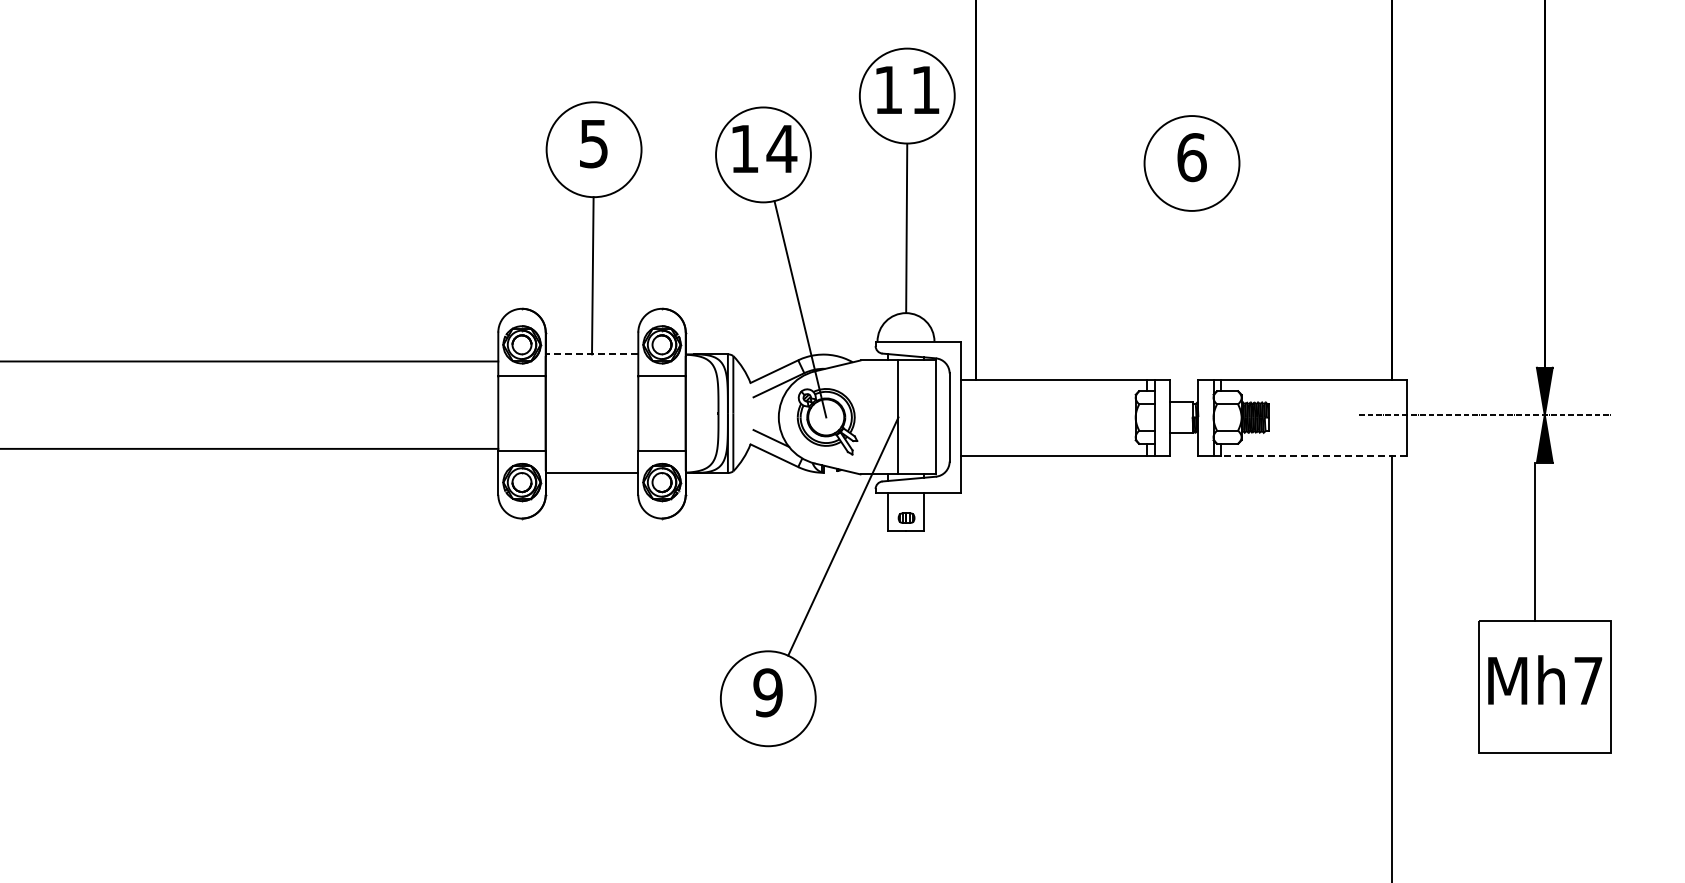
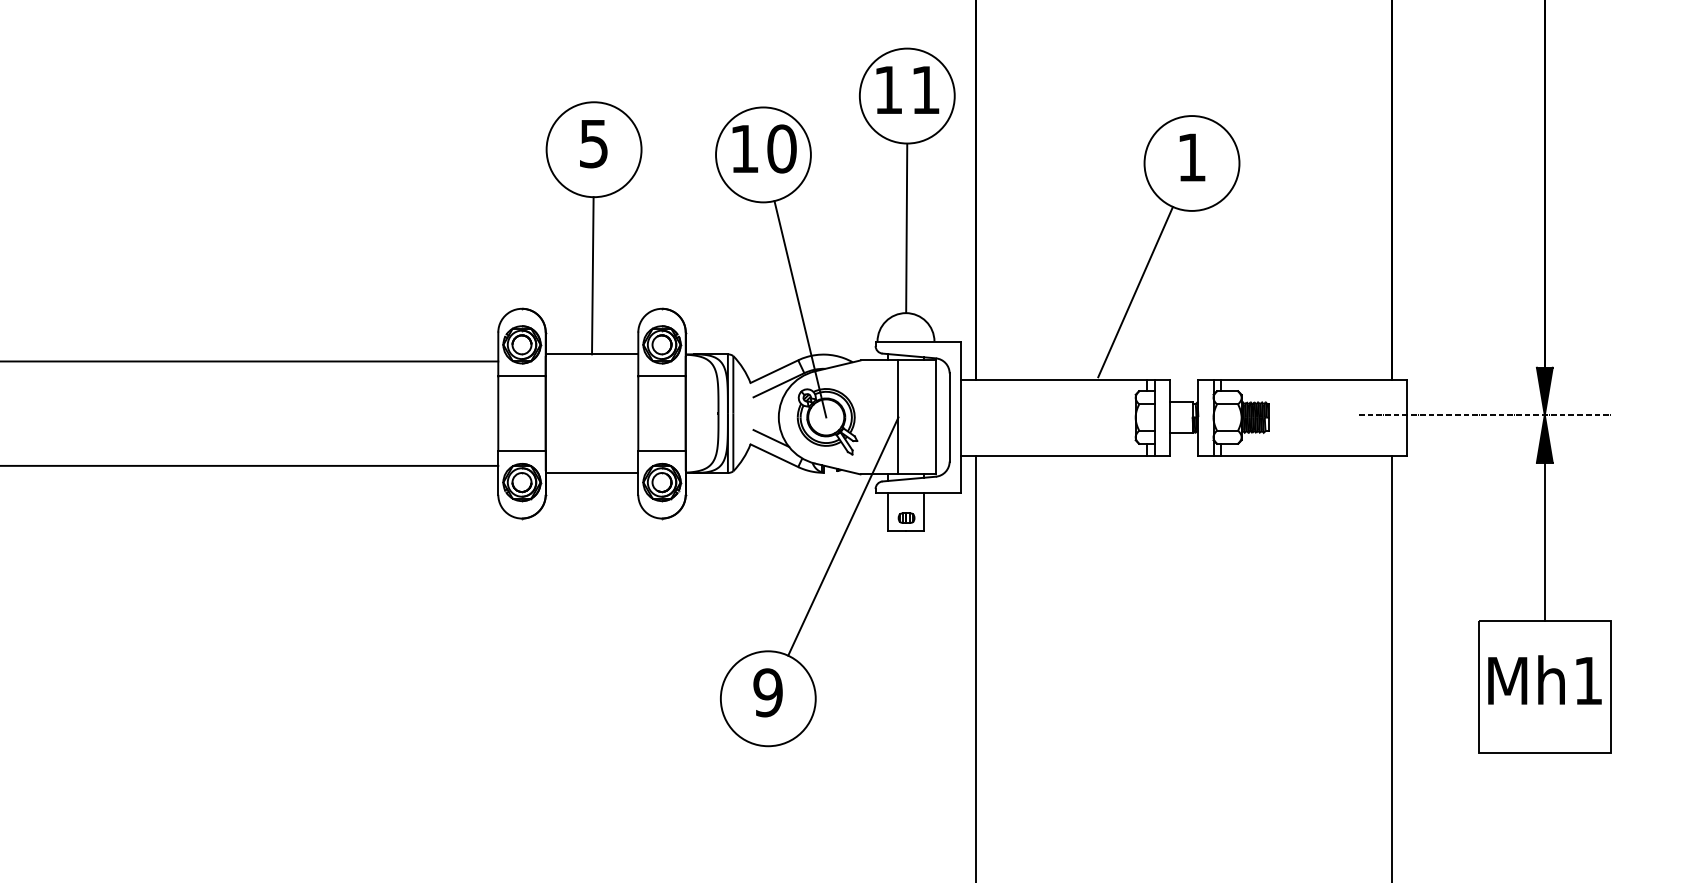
text at (781, 148): 14 -> 10
text at (1191, 157): 6 -> 1
line at (1135, 291): none -> present
line at (591, 354): dashed -> solid
line at (250, 448) position: (250, 448) -> (250, 465)
line at (1314, 455): dashed -> solid
line at (1534, 541) position: (1534, 541) -> (1544, 541)
line at (976, 667): none -> present
text at (1588, 680): Mh7 -> Mh1
